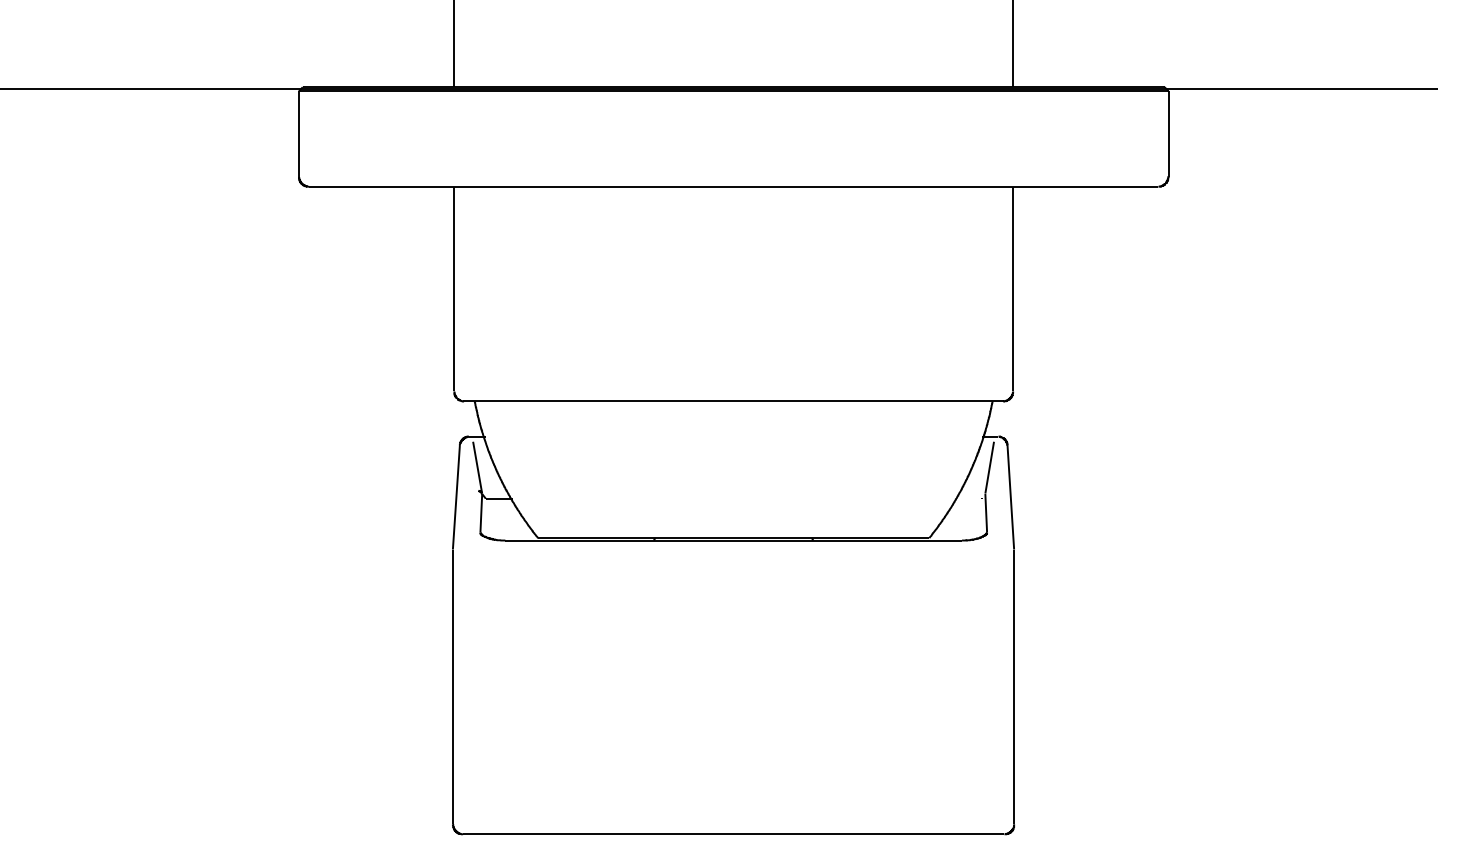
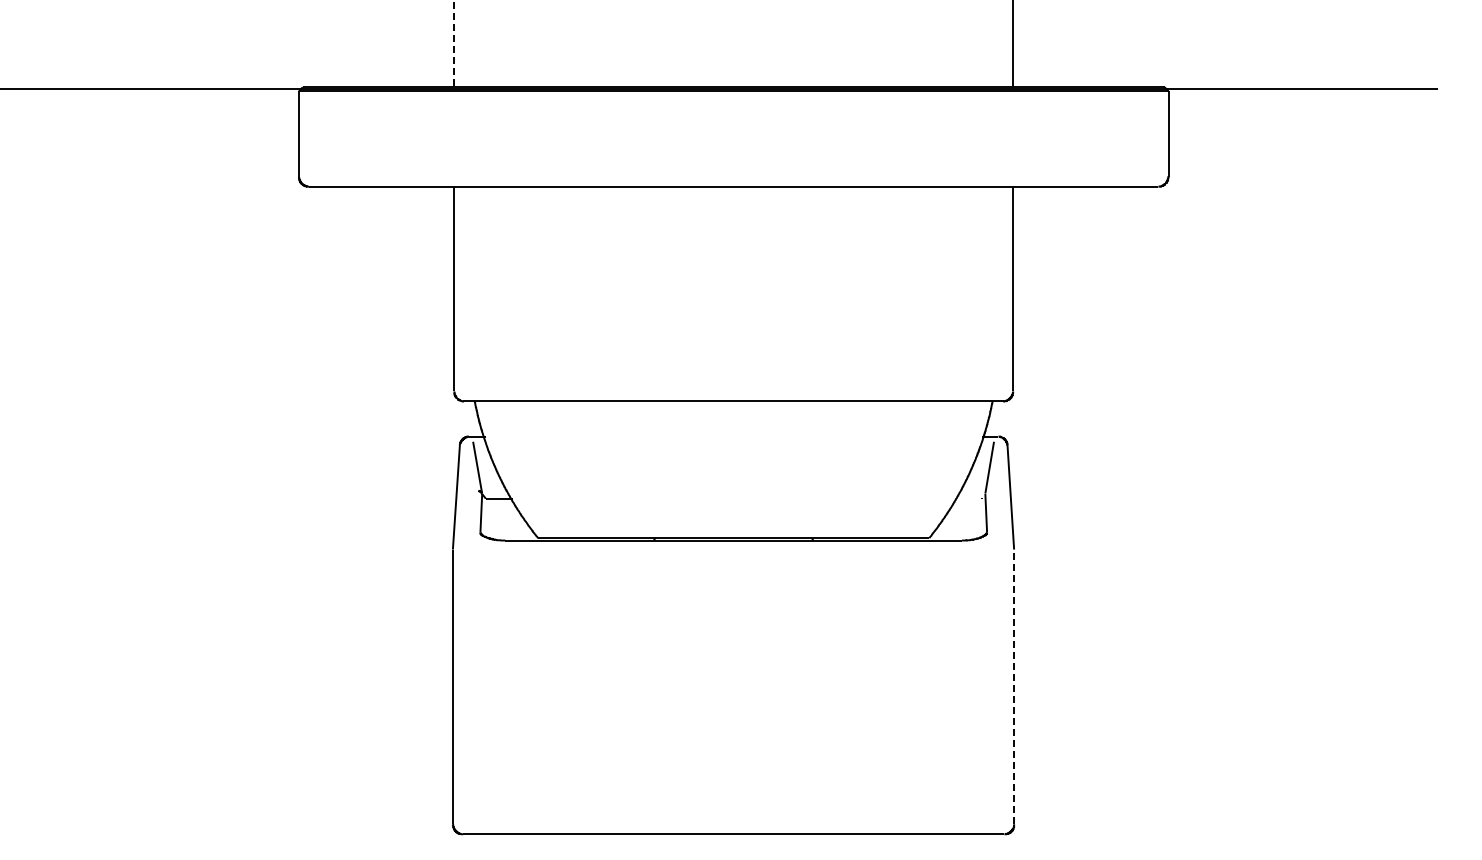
line at (454, 44): solid -> dashed
line at (1014, 687): solid -> dashed
